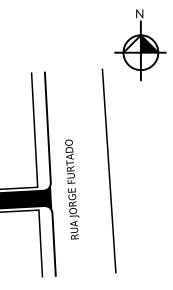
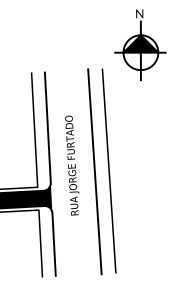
fill at (131, 43): none -> present
line at (94, 171): none -> present
text at (72, 189) position: (72, 189) -> (72, 165)
